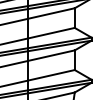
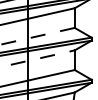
line at (37, 36): solid -> dashed
line at (37, 58): solid -> dashed
